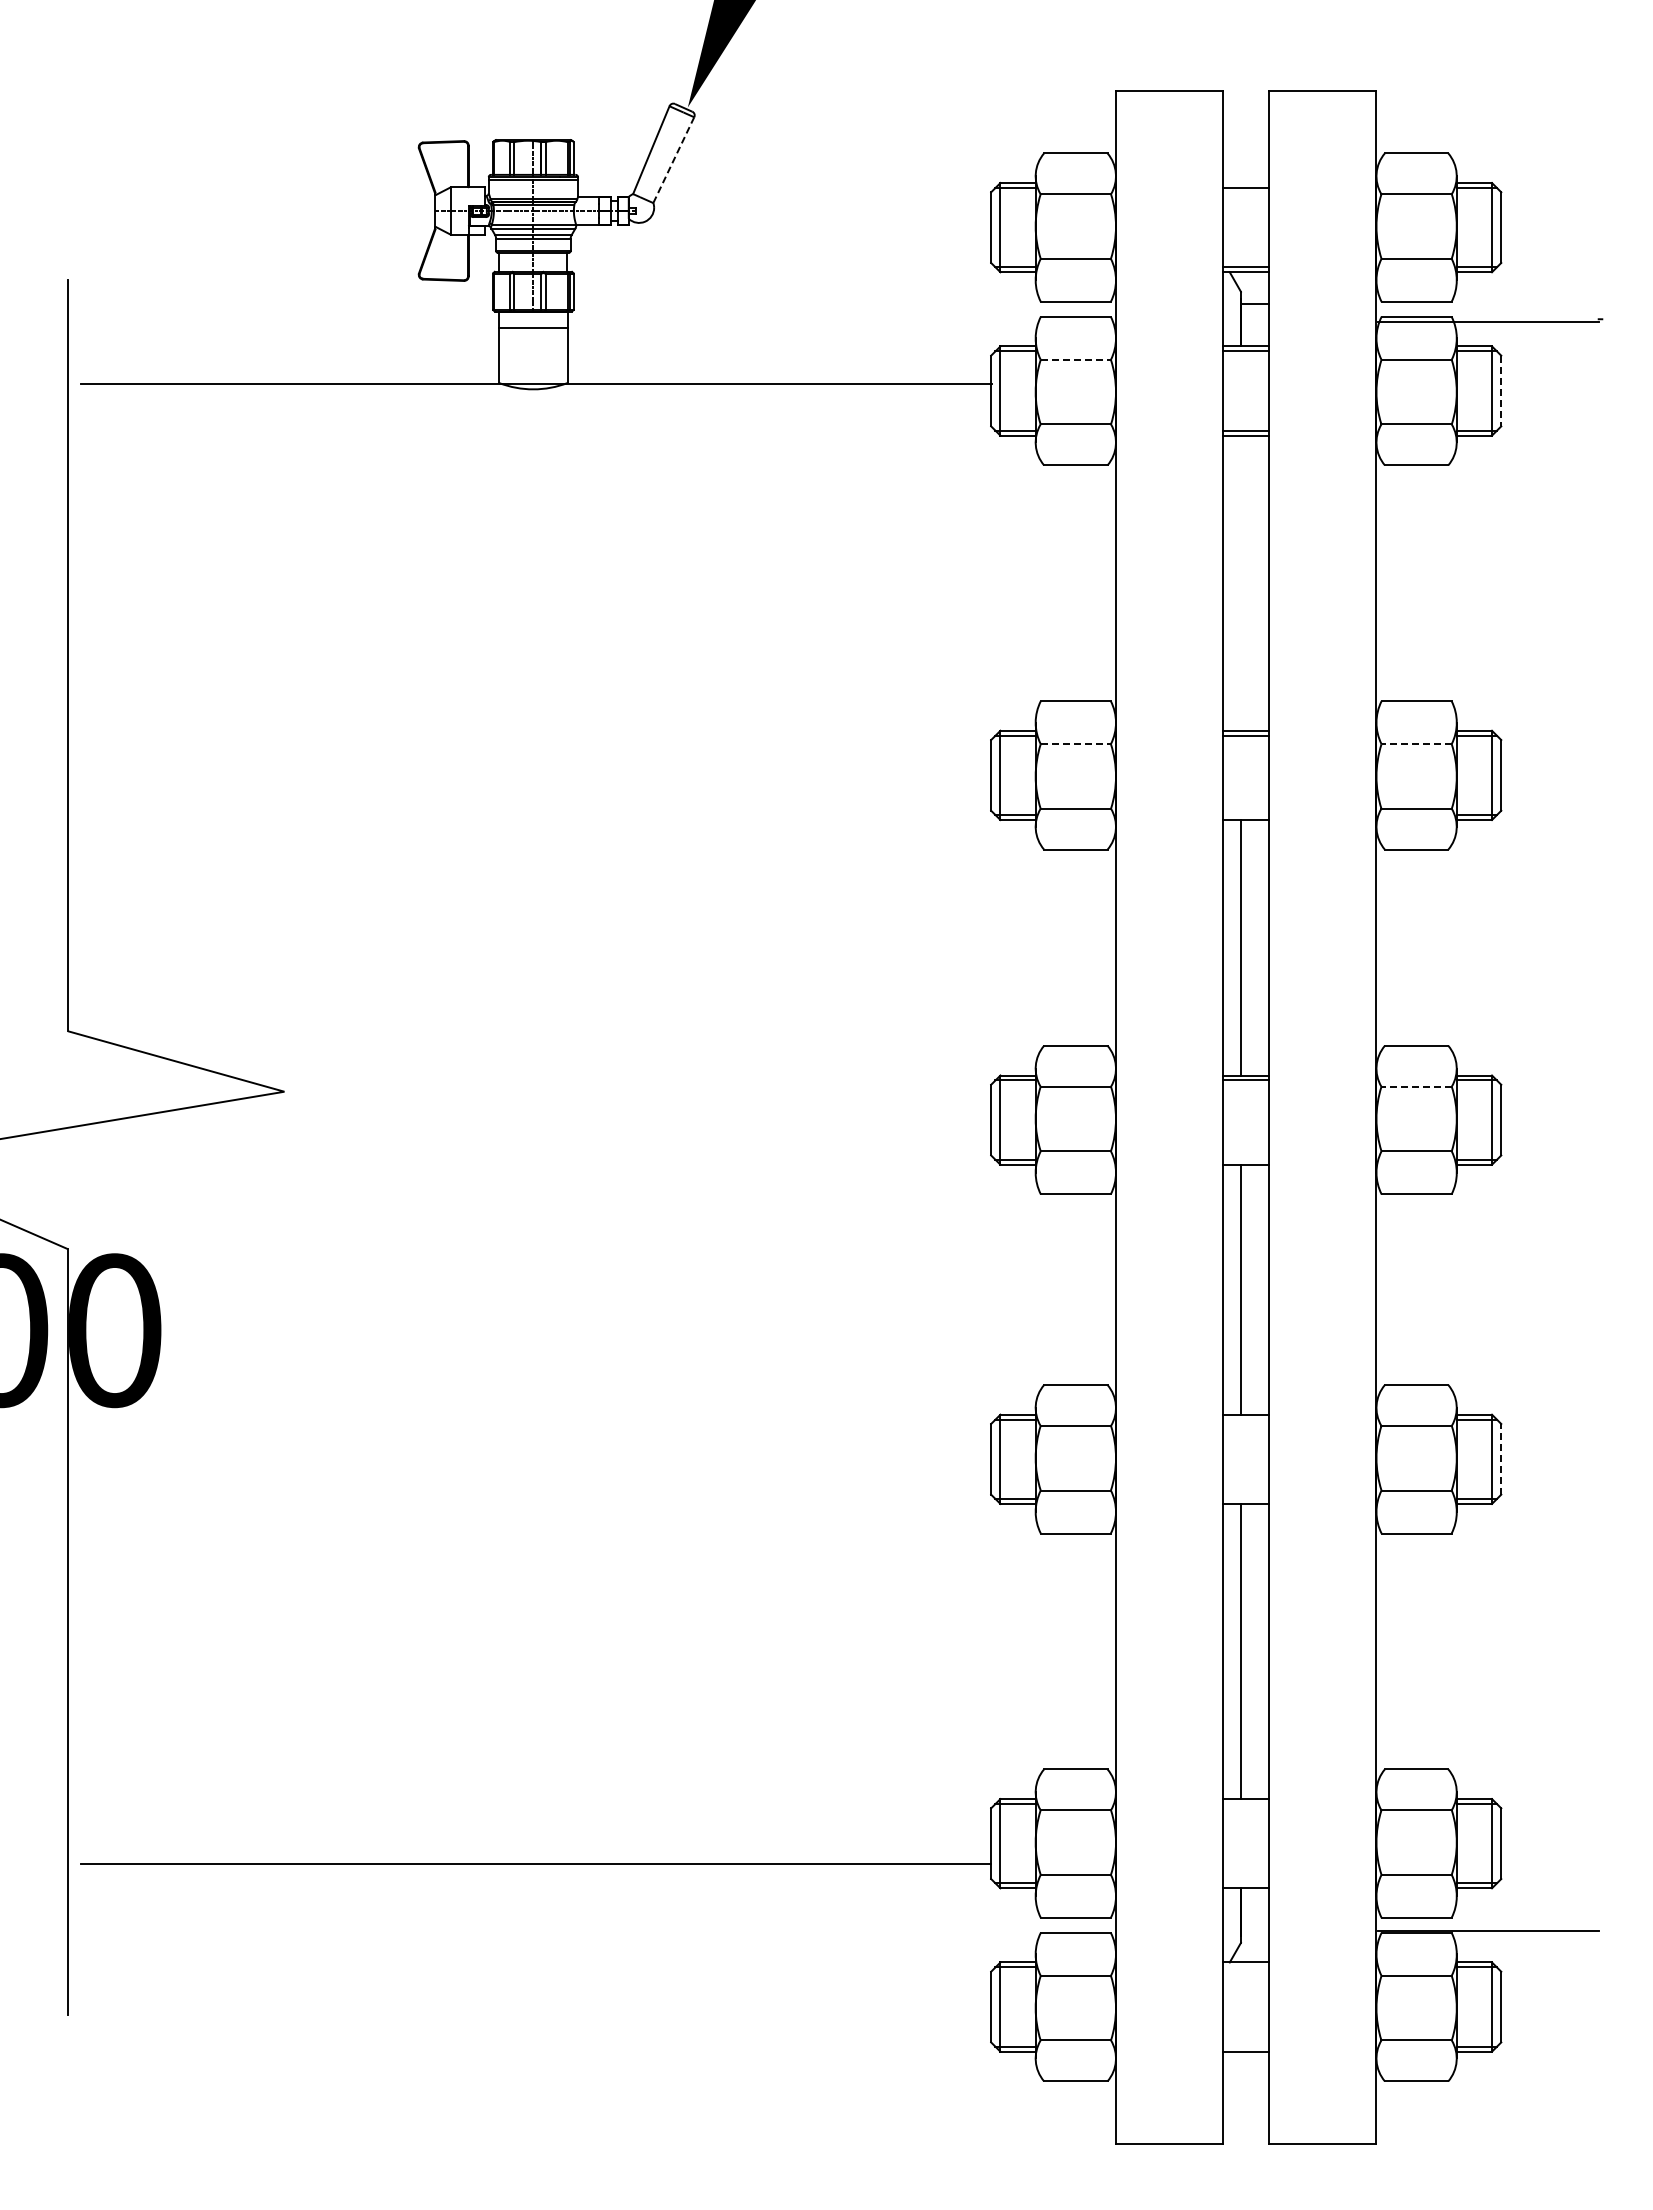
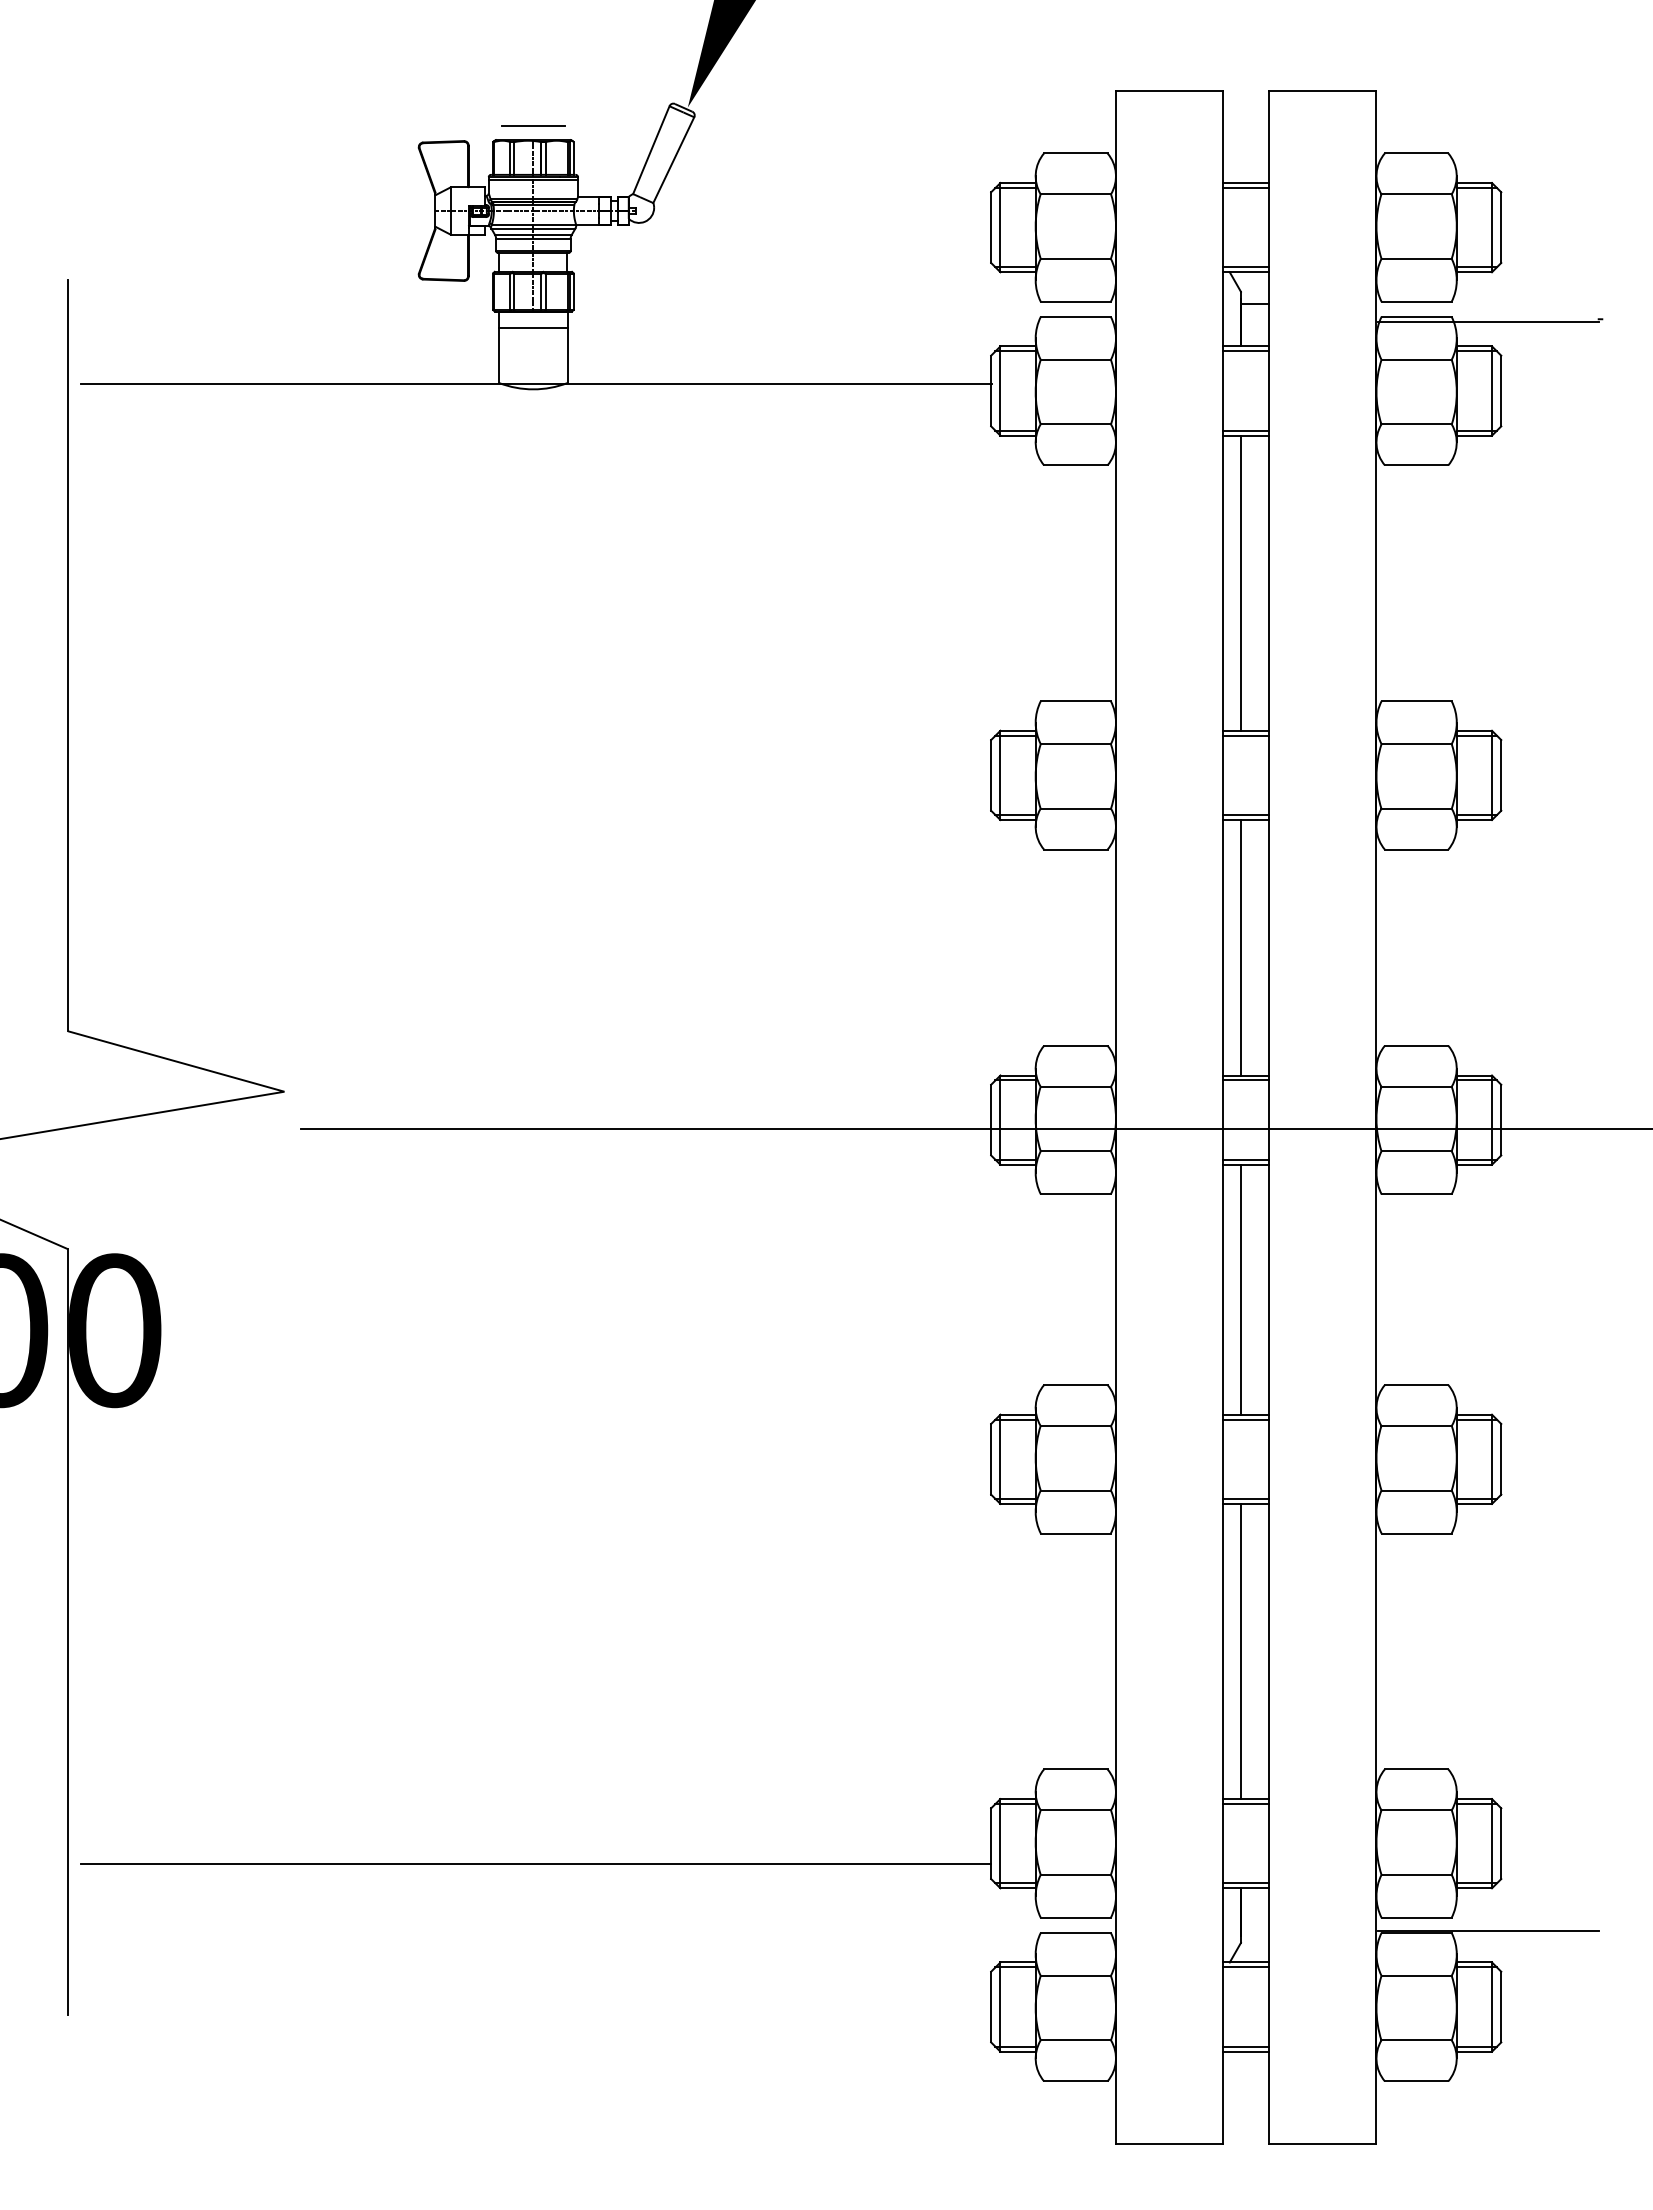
line at (533, 125): none -> present
line at (673, 160): dashed -> solid
line at (1246, 183): none -> present
line at (1076, 359): dashed -> solid
line at (1501, 391): dashed -> solid
line at (1240, 582): none -> present
line at (1076, 744): dashed -> solid
line at (1416, 744): dashed -> solid
line at (1246, 814): none -> present
line at (1416, 1086): dashed -> solid
line at (974, 1129): none -> present
line at (1246, 1159): none -> present
line at (1246, 1419): none -> present
line at (1501, 1458): dashed -> solid
line at (1246, 1498): none -> present
line at (1246, 1804): none -> present
line at (1246, 1883): none -> present
line at (1246, 1967): none -> present
line at (1246, 2046): none -> present
